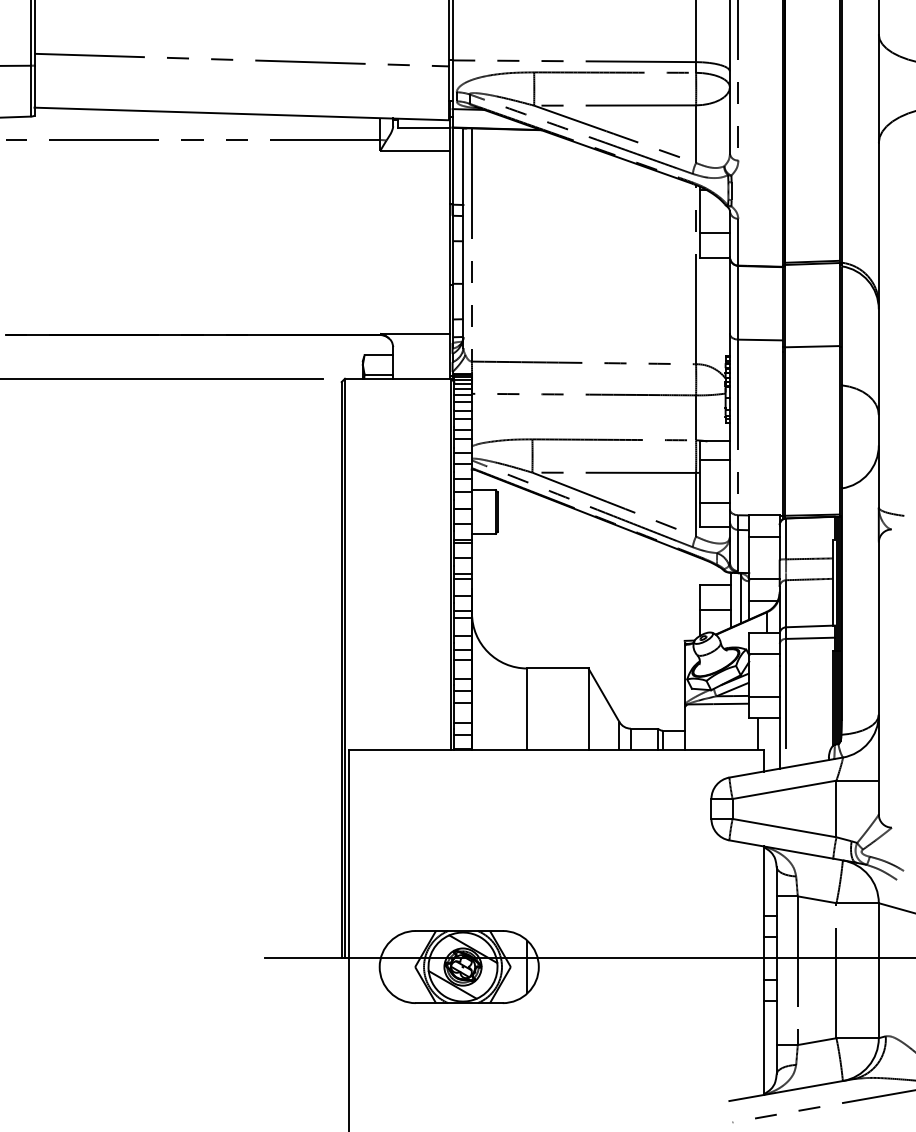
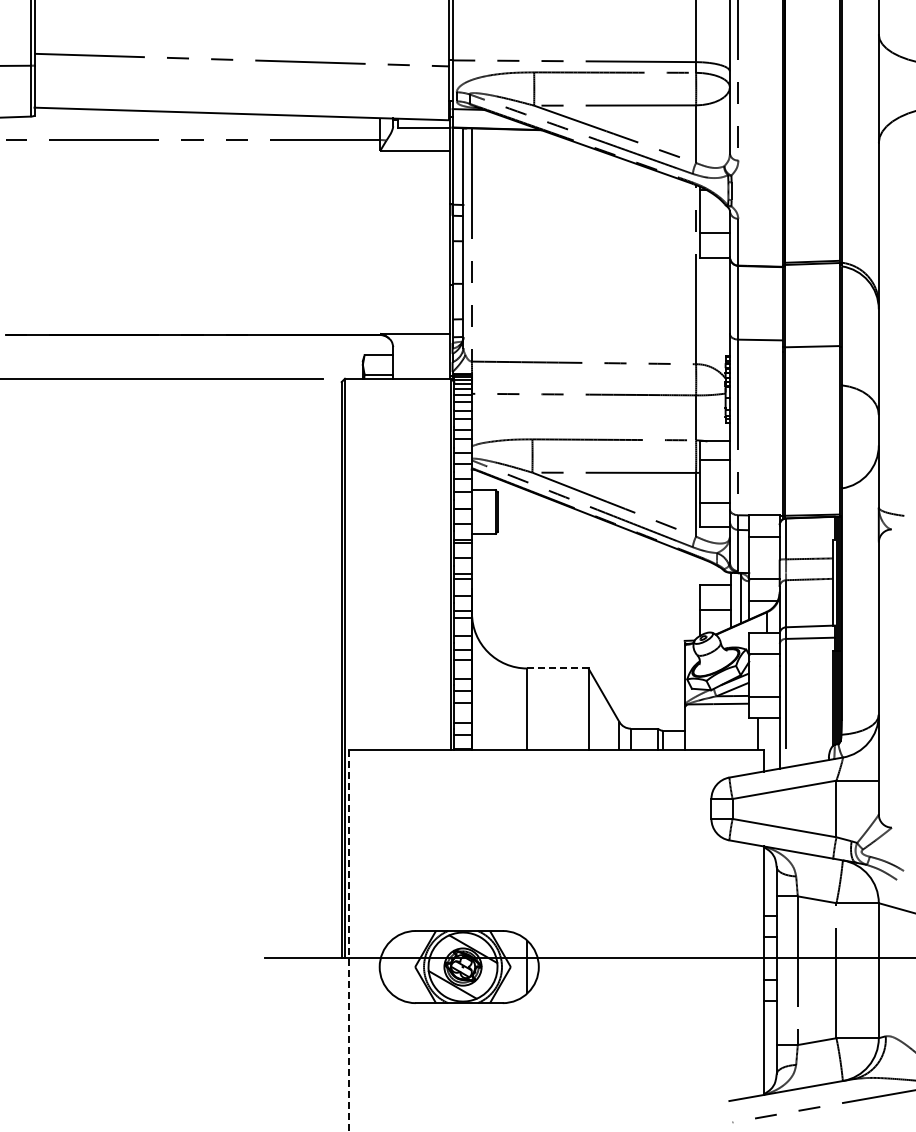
line at (557, 668): solid -> dashed
line at (349, 940): solid -> dashed
